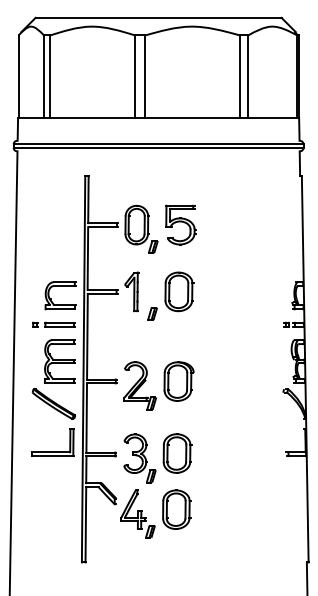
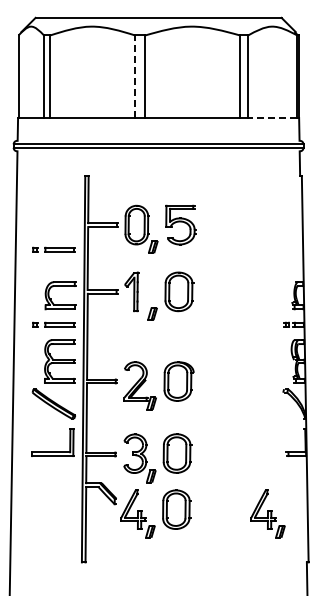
line at (135, 76): solid -> dashed
line at (272, 118): solid -> dashed
part at (53, 249): none -> present
part at (267, 513): none -> present
